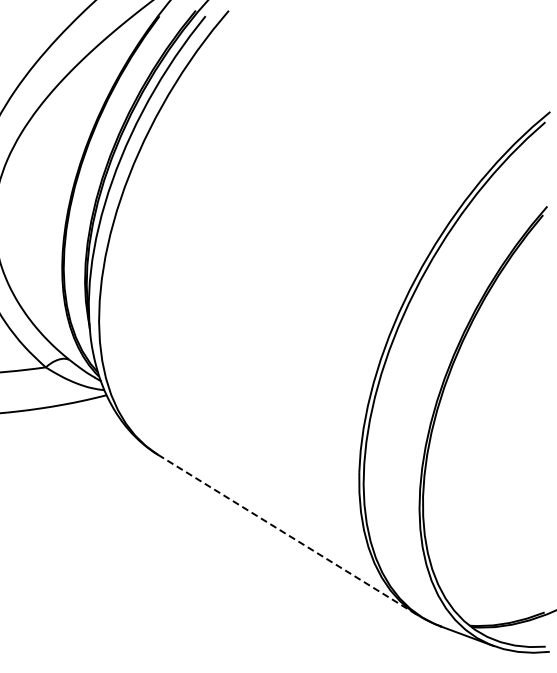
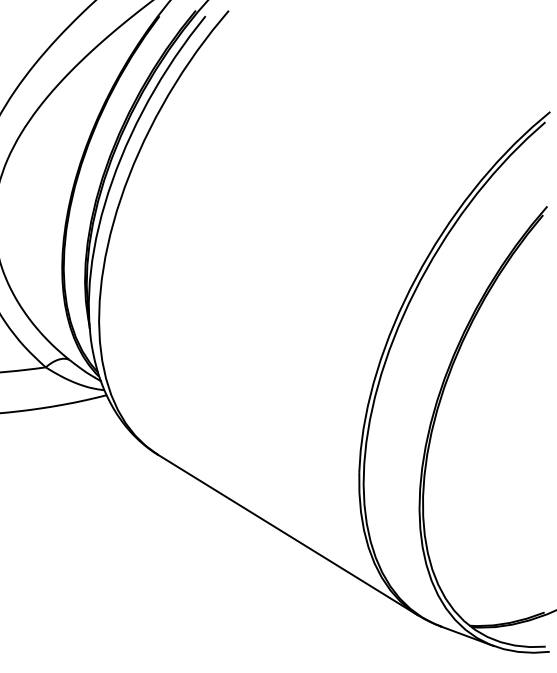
line at (288, 535): dashed -> solid
